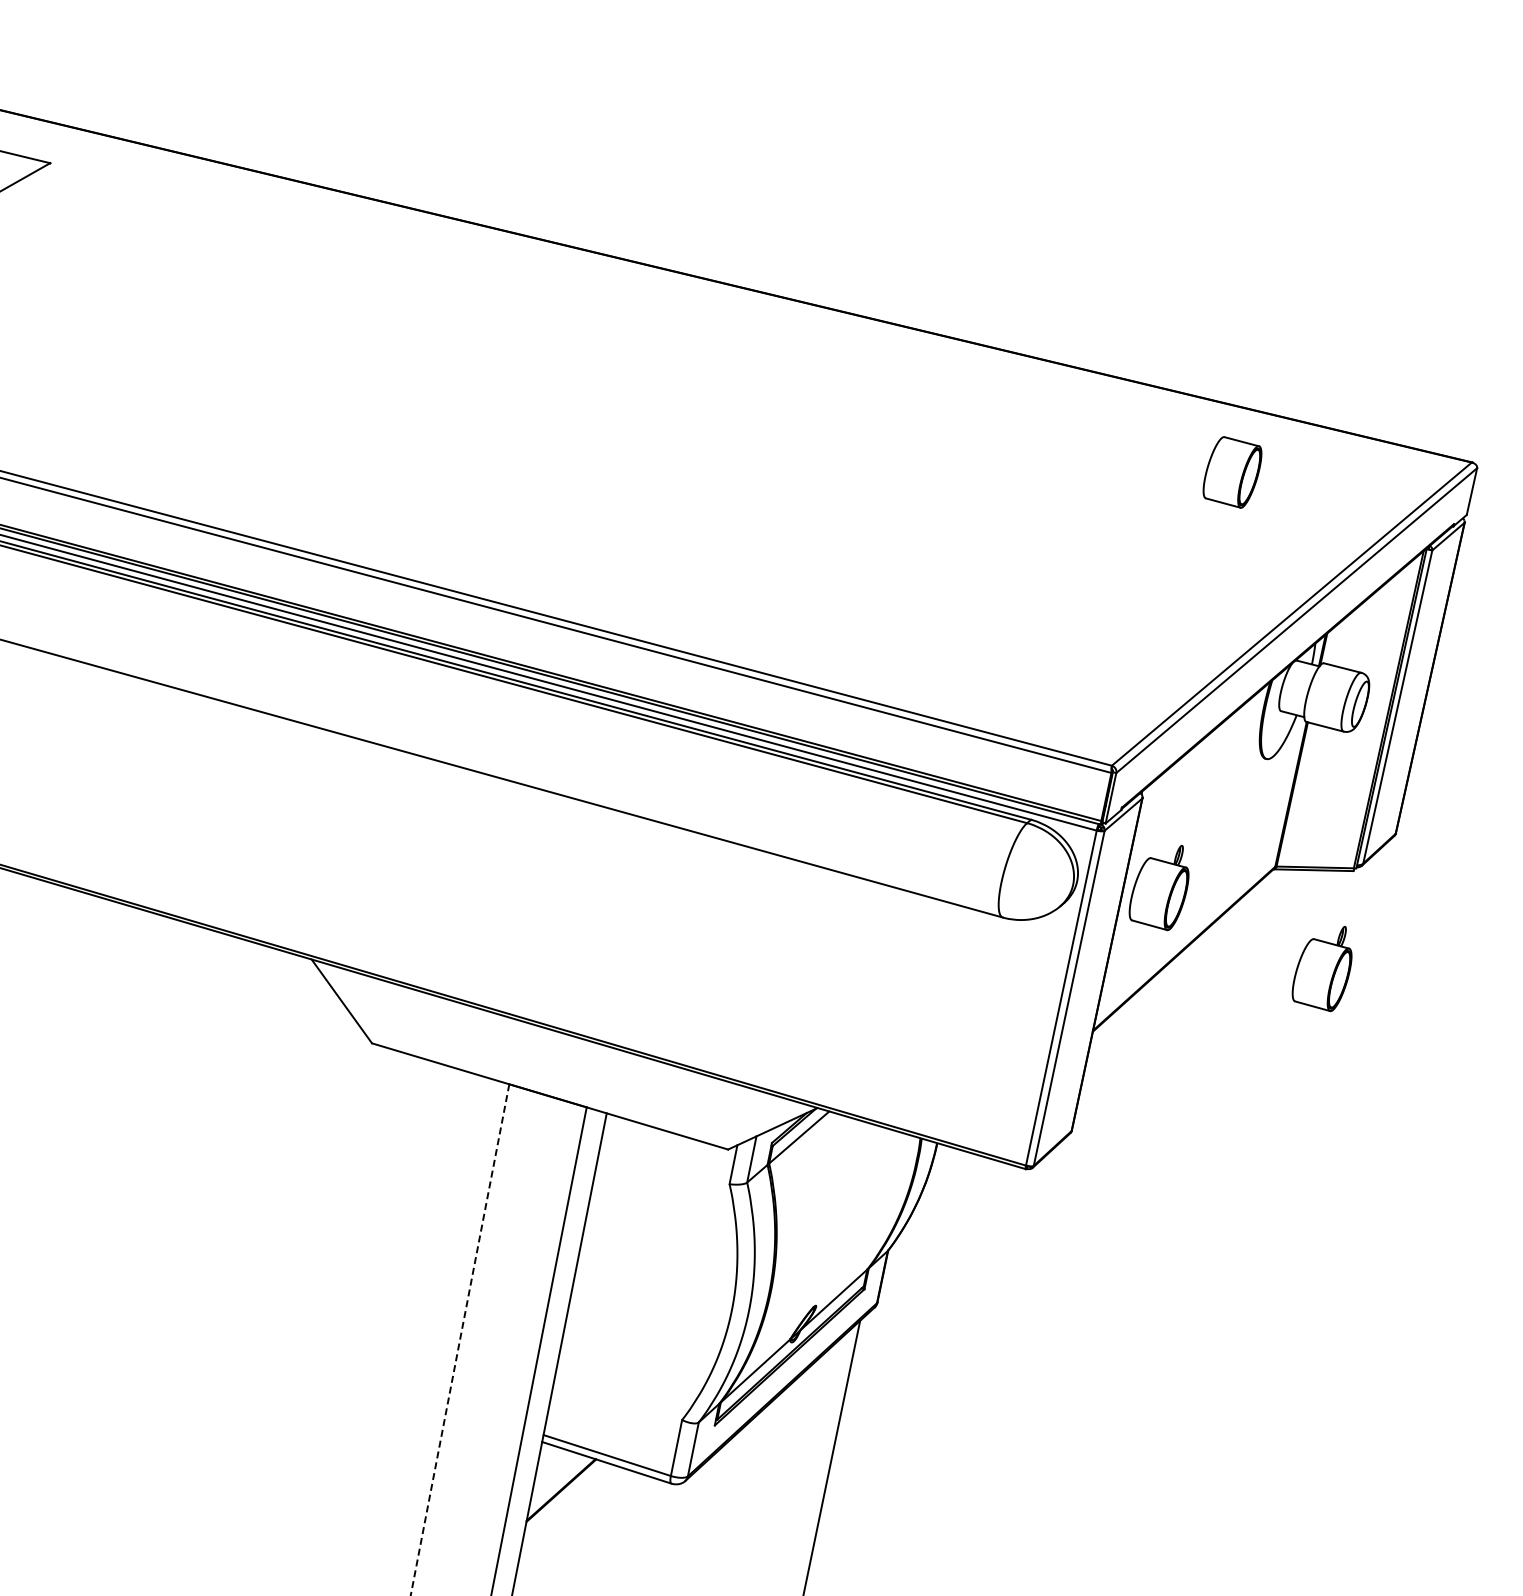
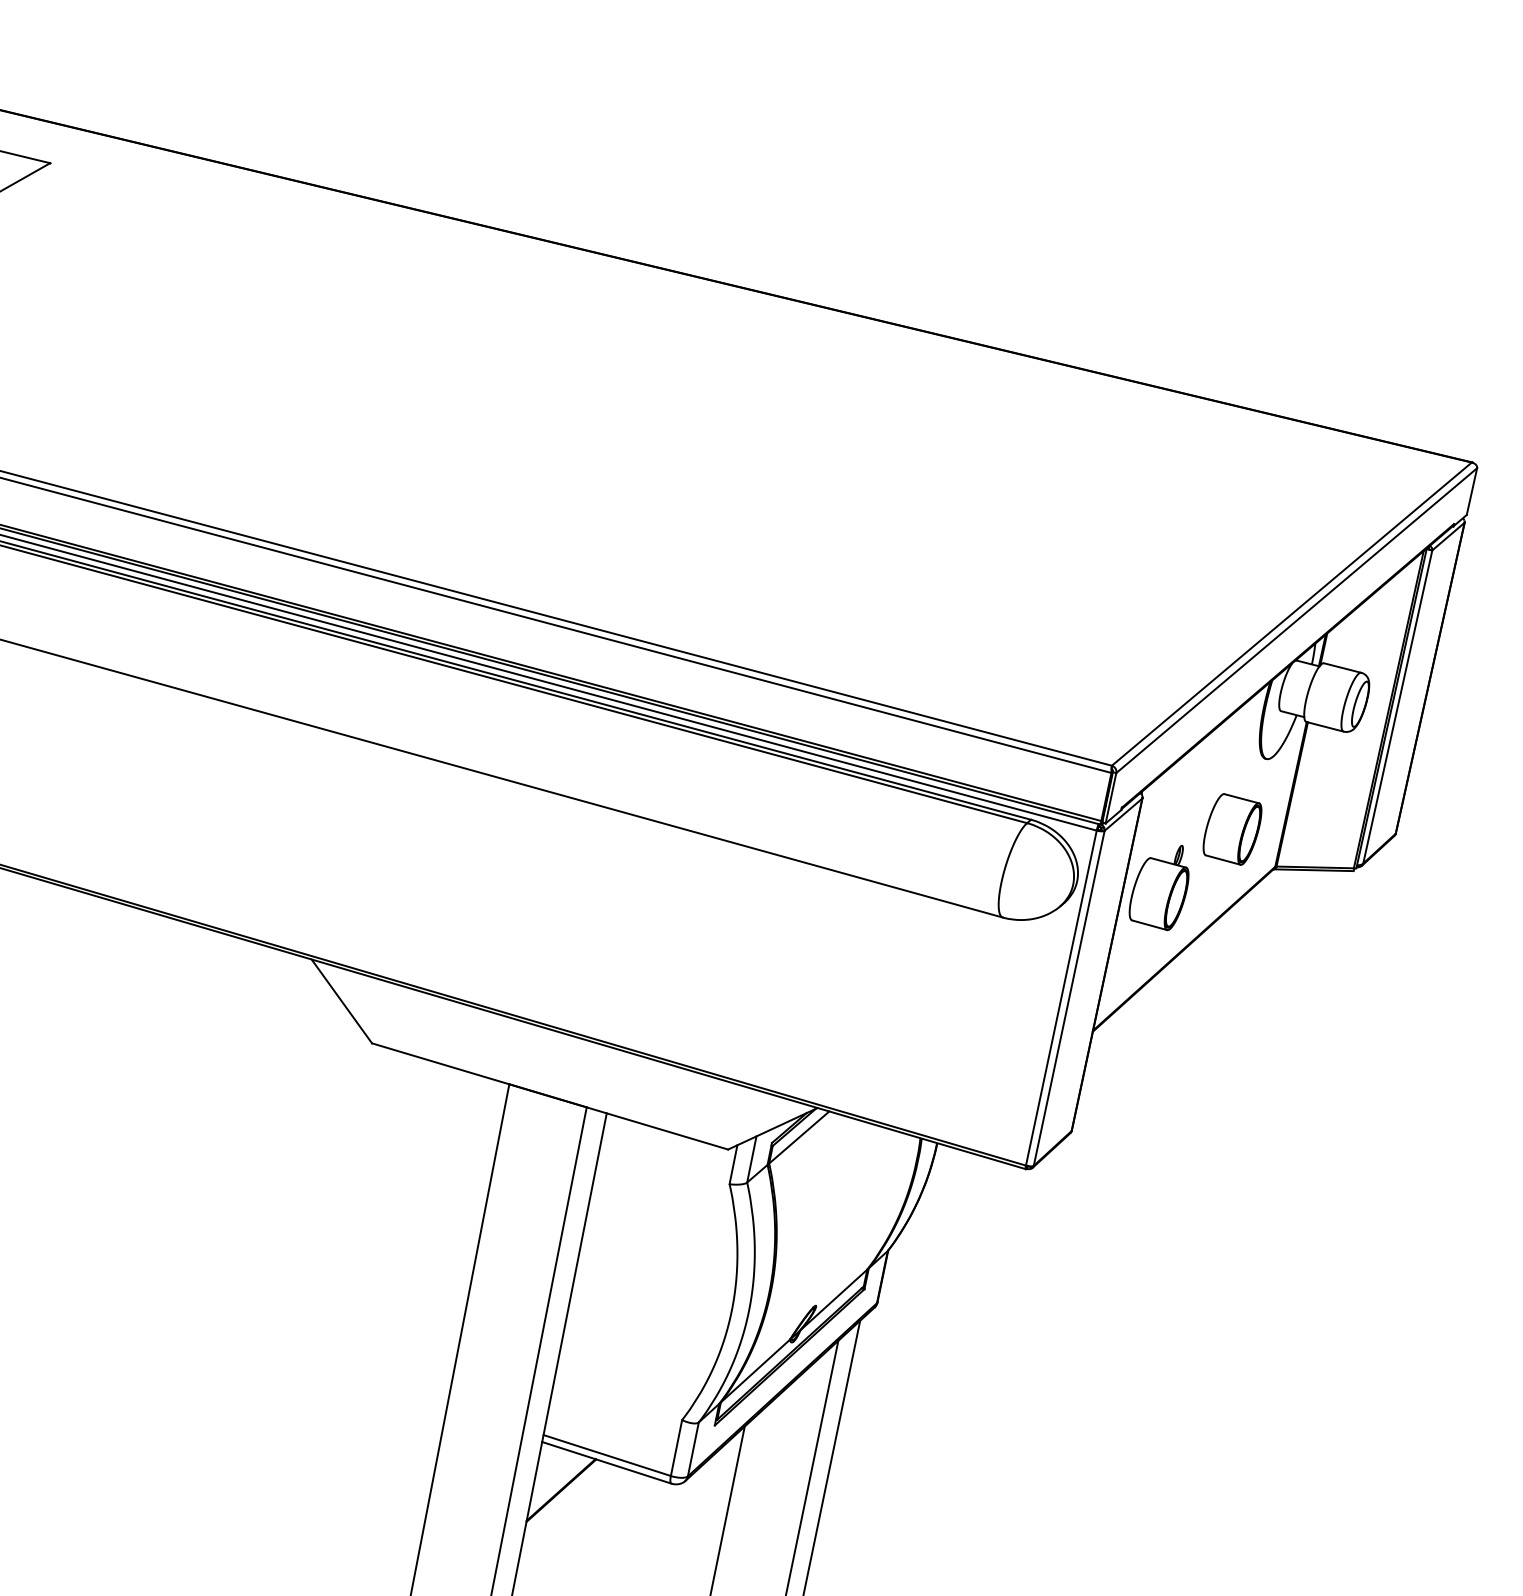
part at (1232, 472) position: (1232, 472) -> (1232, 829)
part at (1321, 969): present -> none
line at (459, 1340): dashed -> solid
line at (812, 1466): none -> present
line at (727, 1509): none -> present
